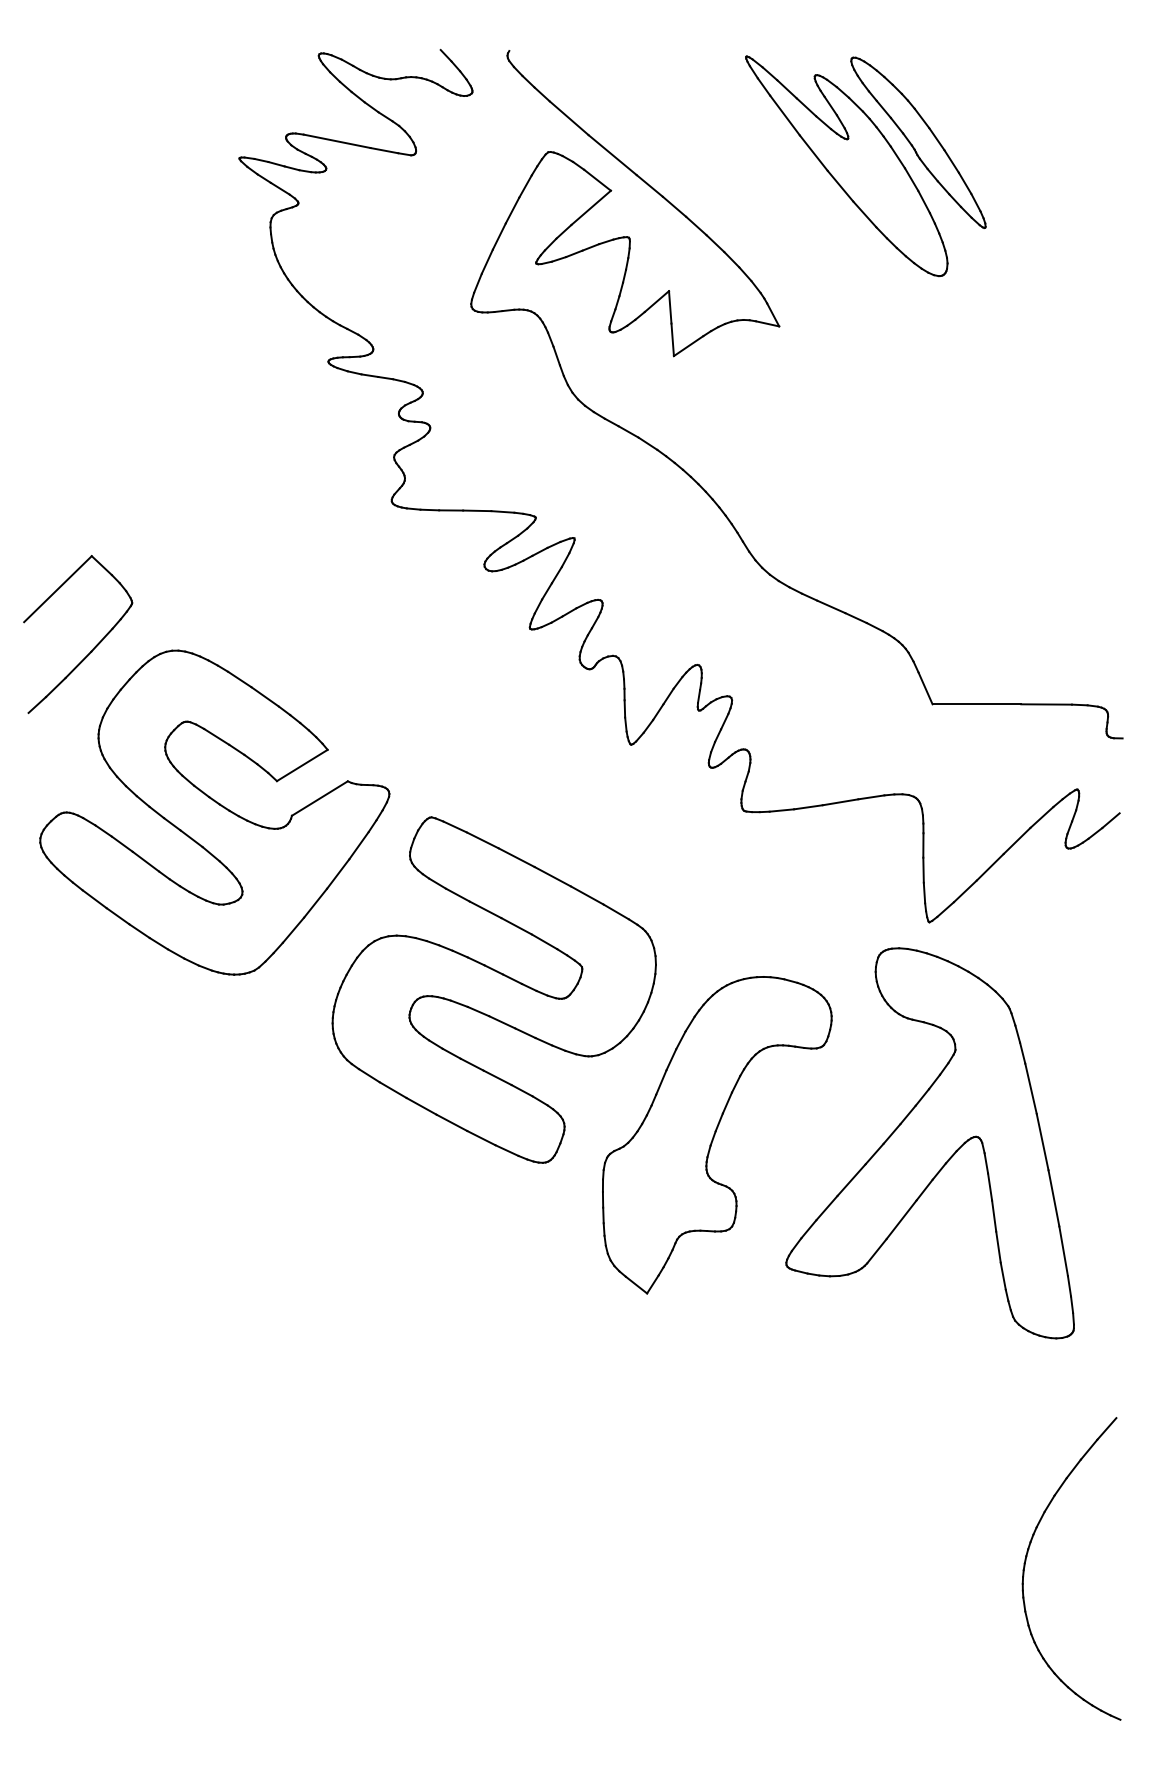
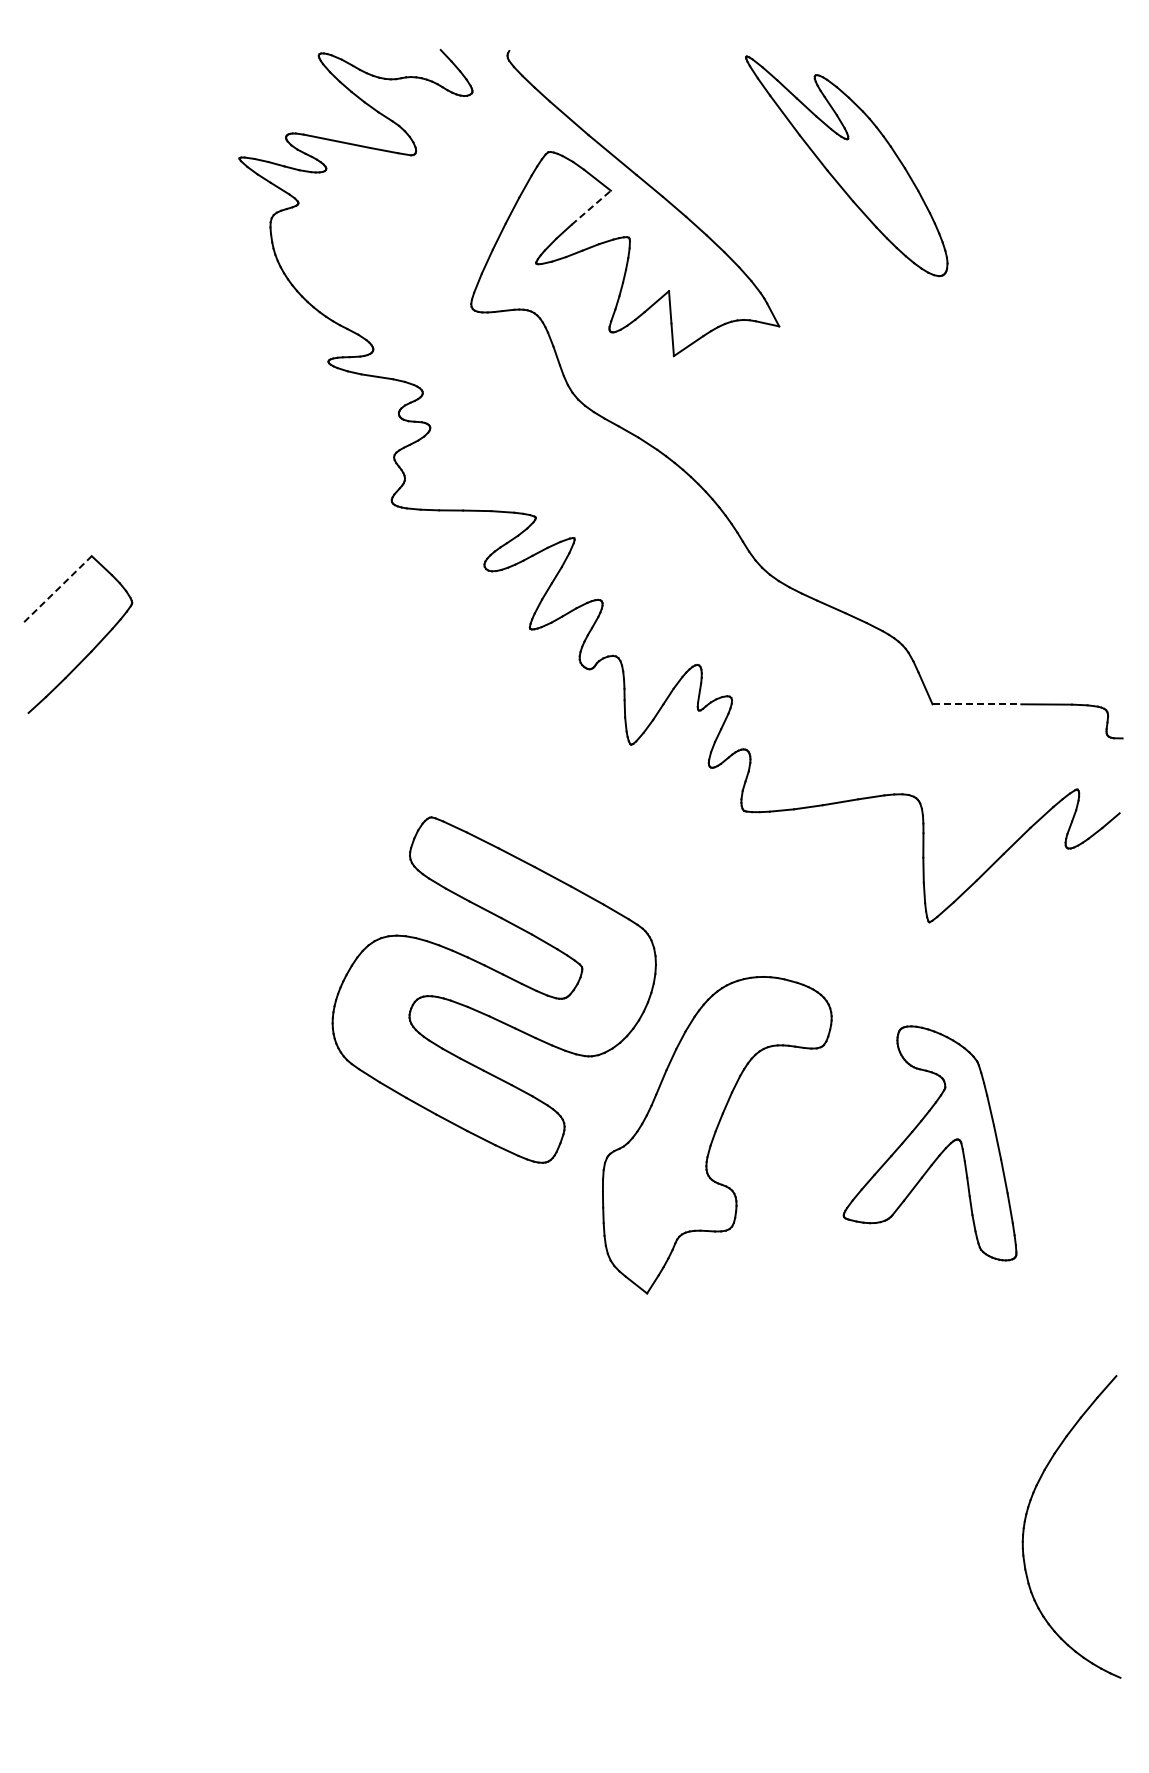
part at (918, 142): present -> none
line at (591, 207): solid -> dashed
line at (58, 588): solid -> dashed
line at (977, 704): solid -> dashed
part at (214, 812): present -> none
part at (929, 1143) size: 290x393 px -> 176x237 px
part at (1026, 1561) position: (1026, 1561) -> (1026, 1519)
